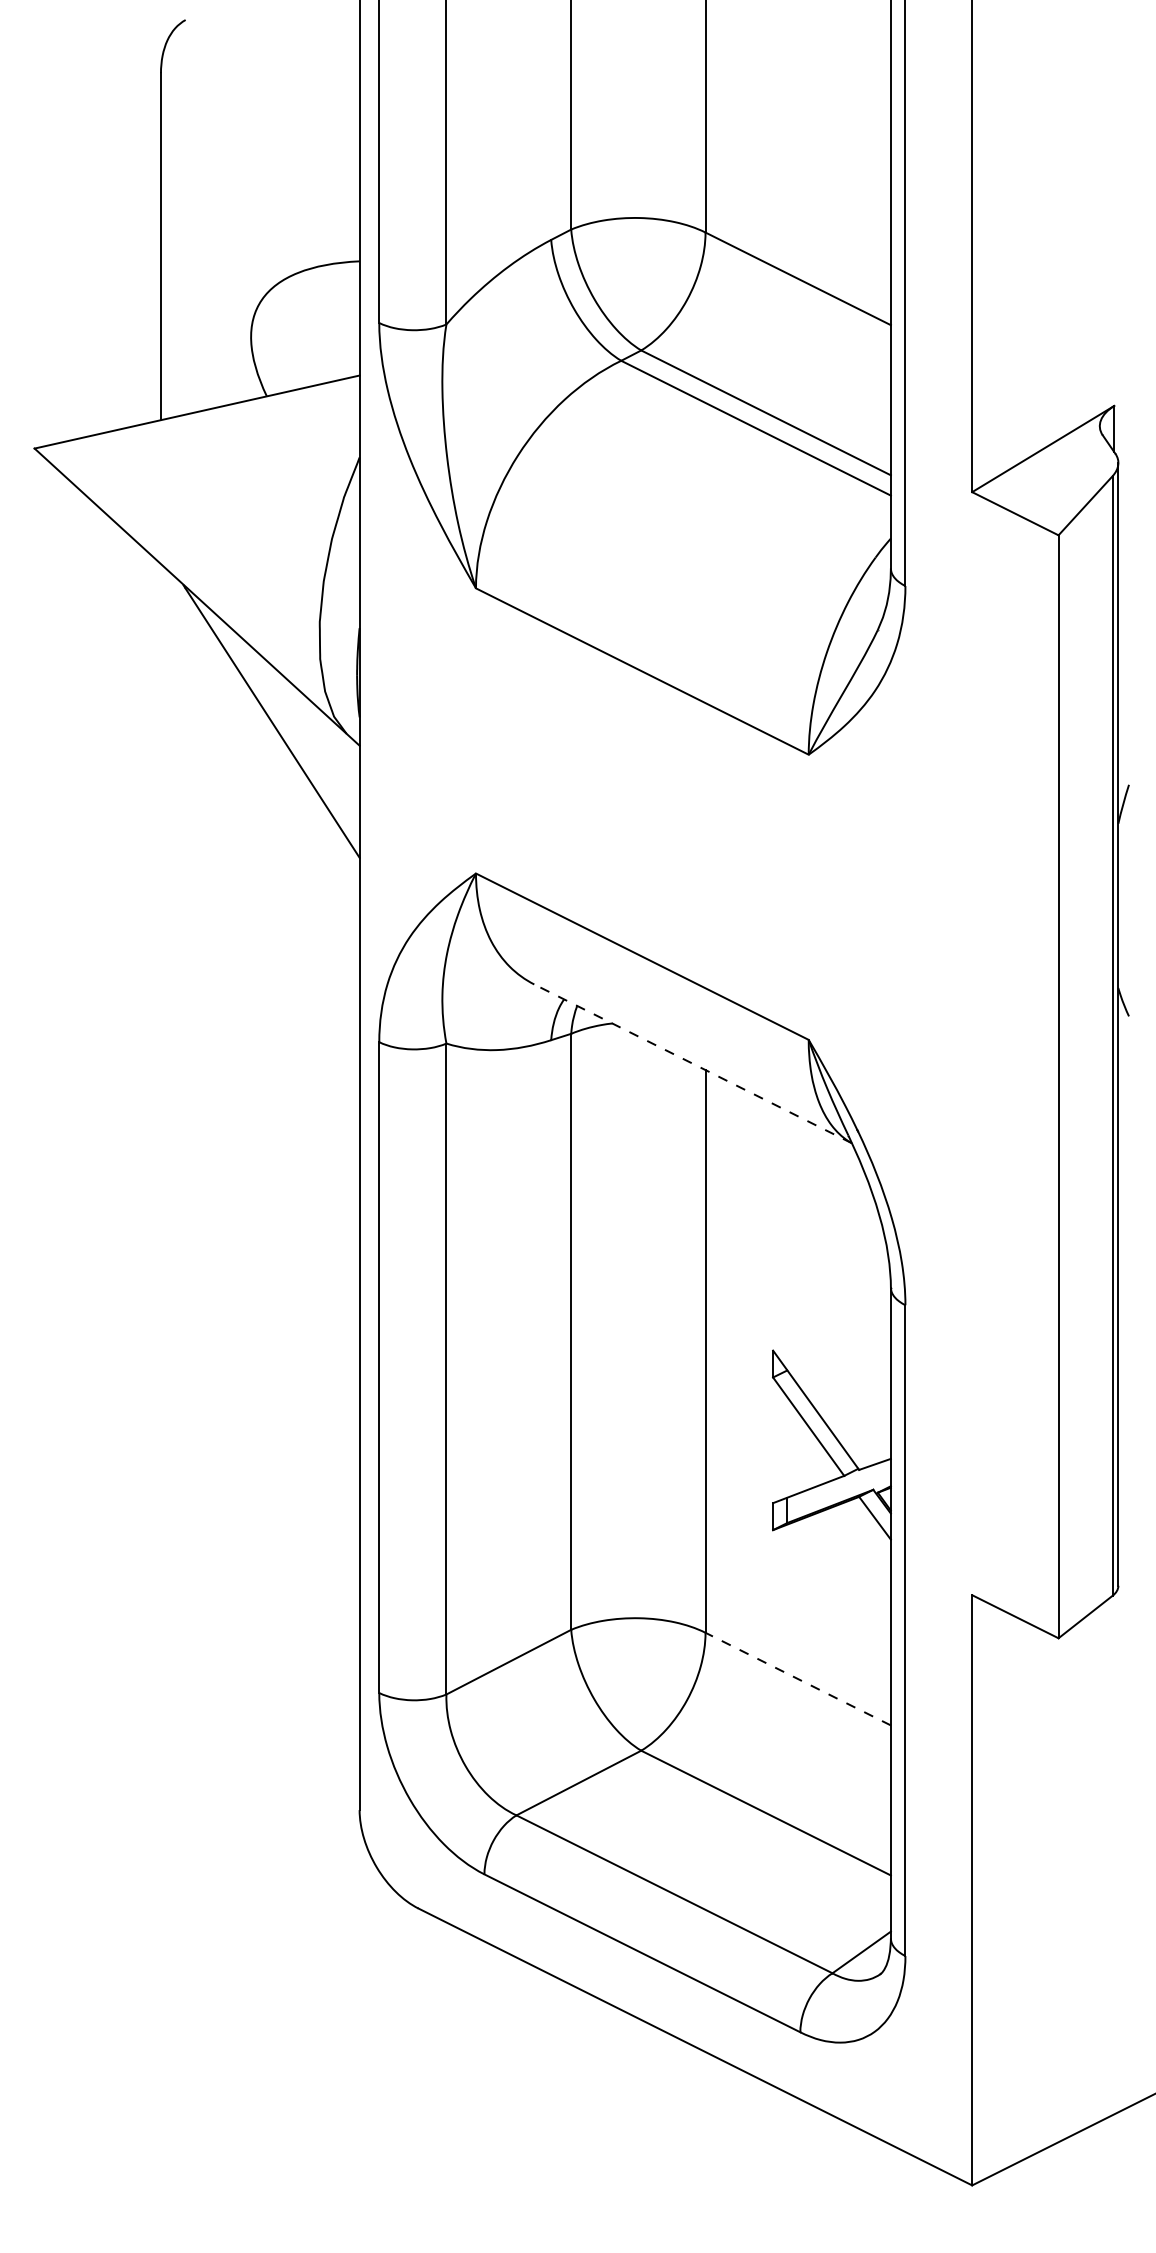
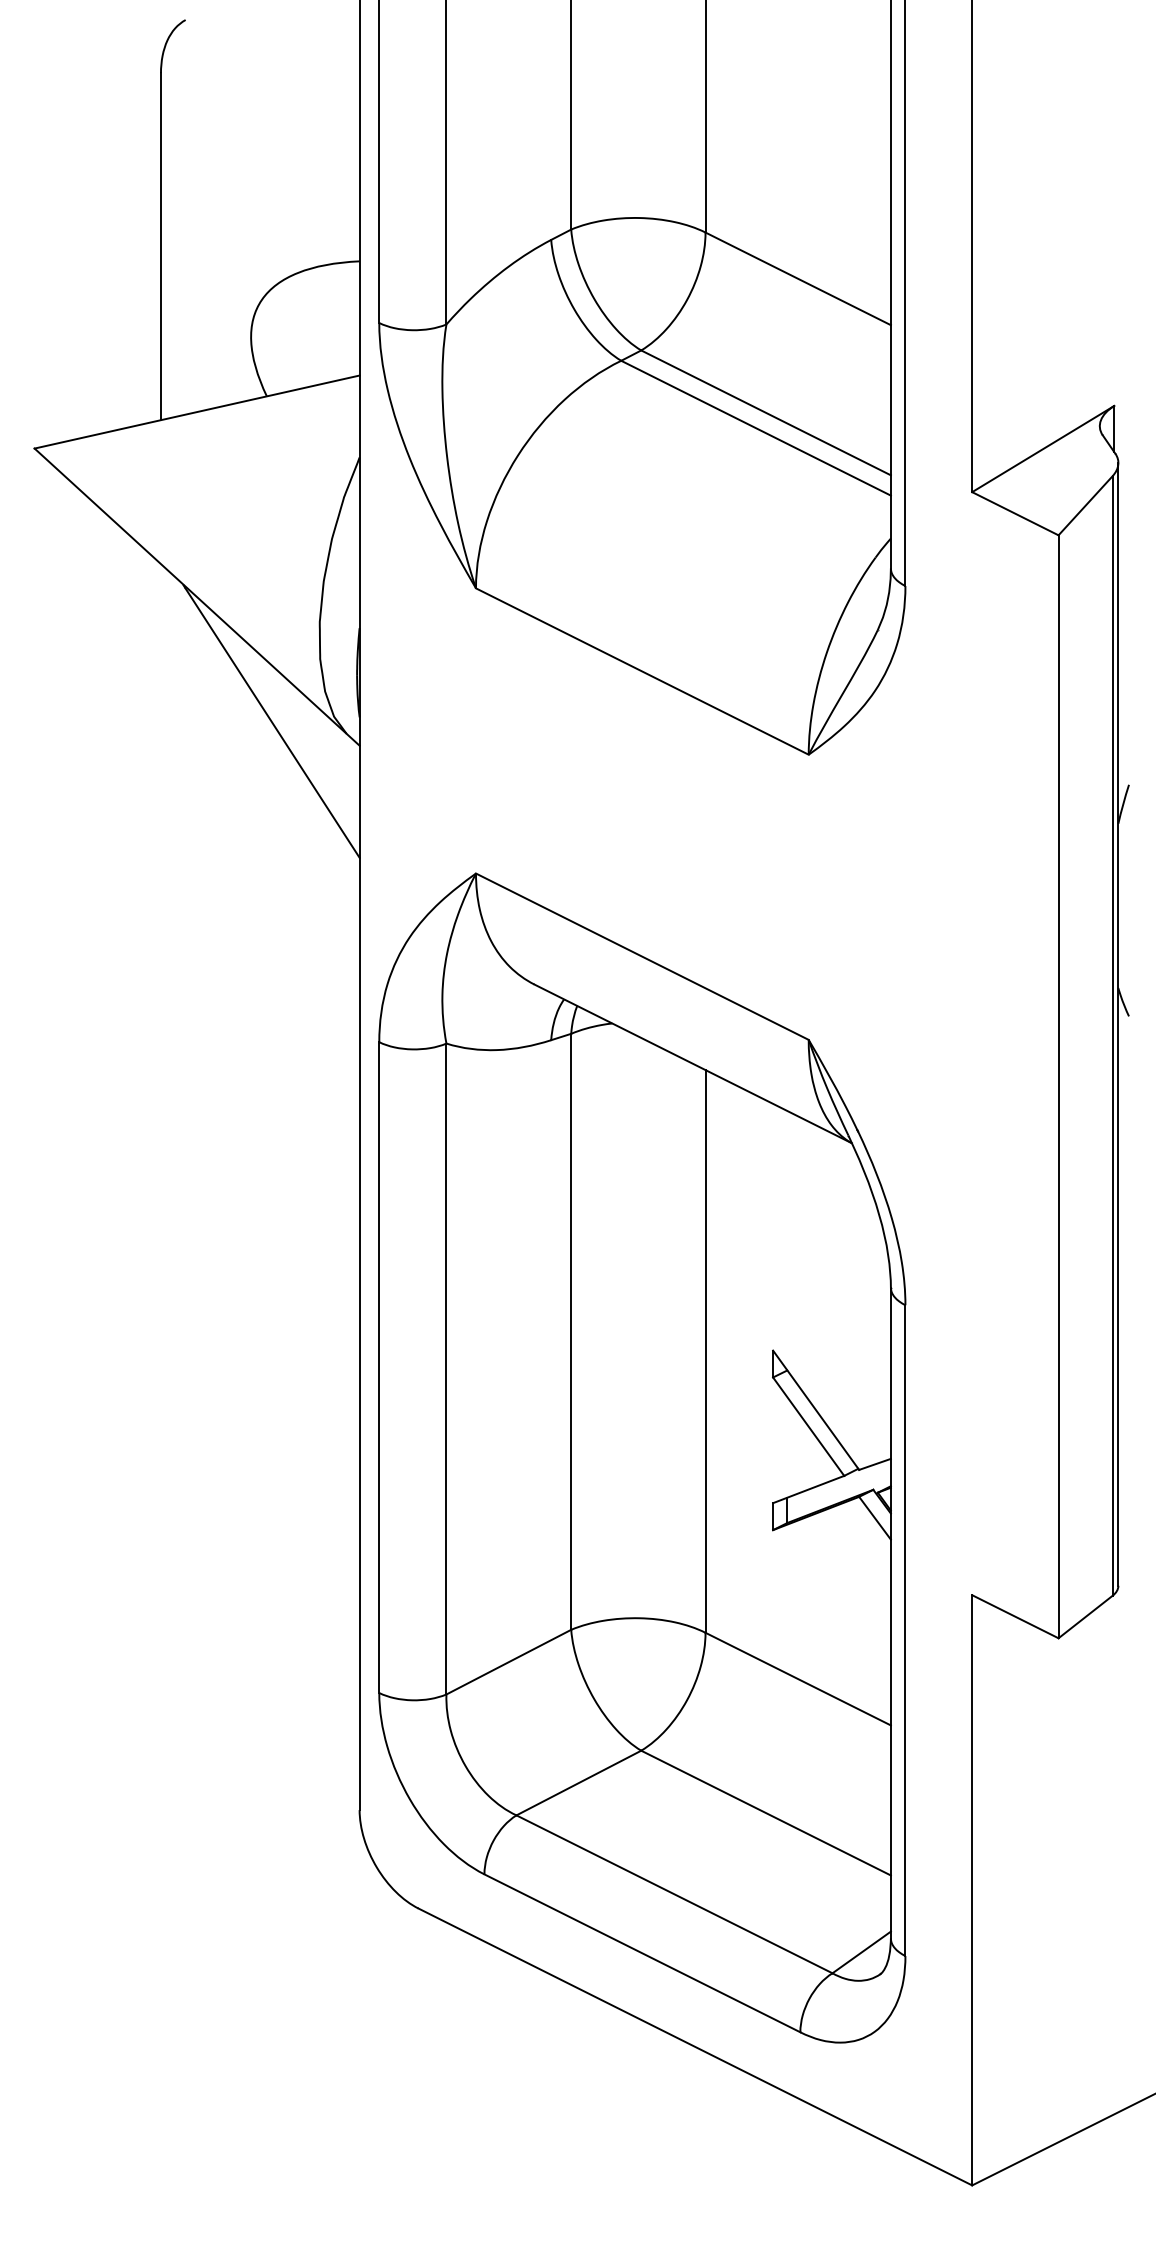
line at (693, 1063): dashed -> solid
line at (798, 1679): dashed -> solid
